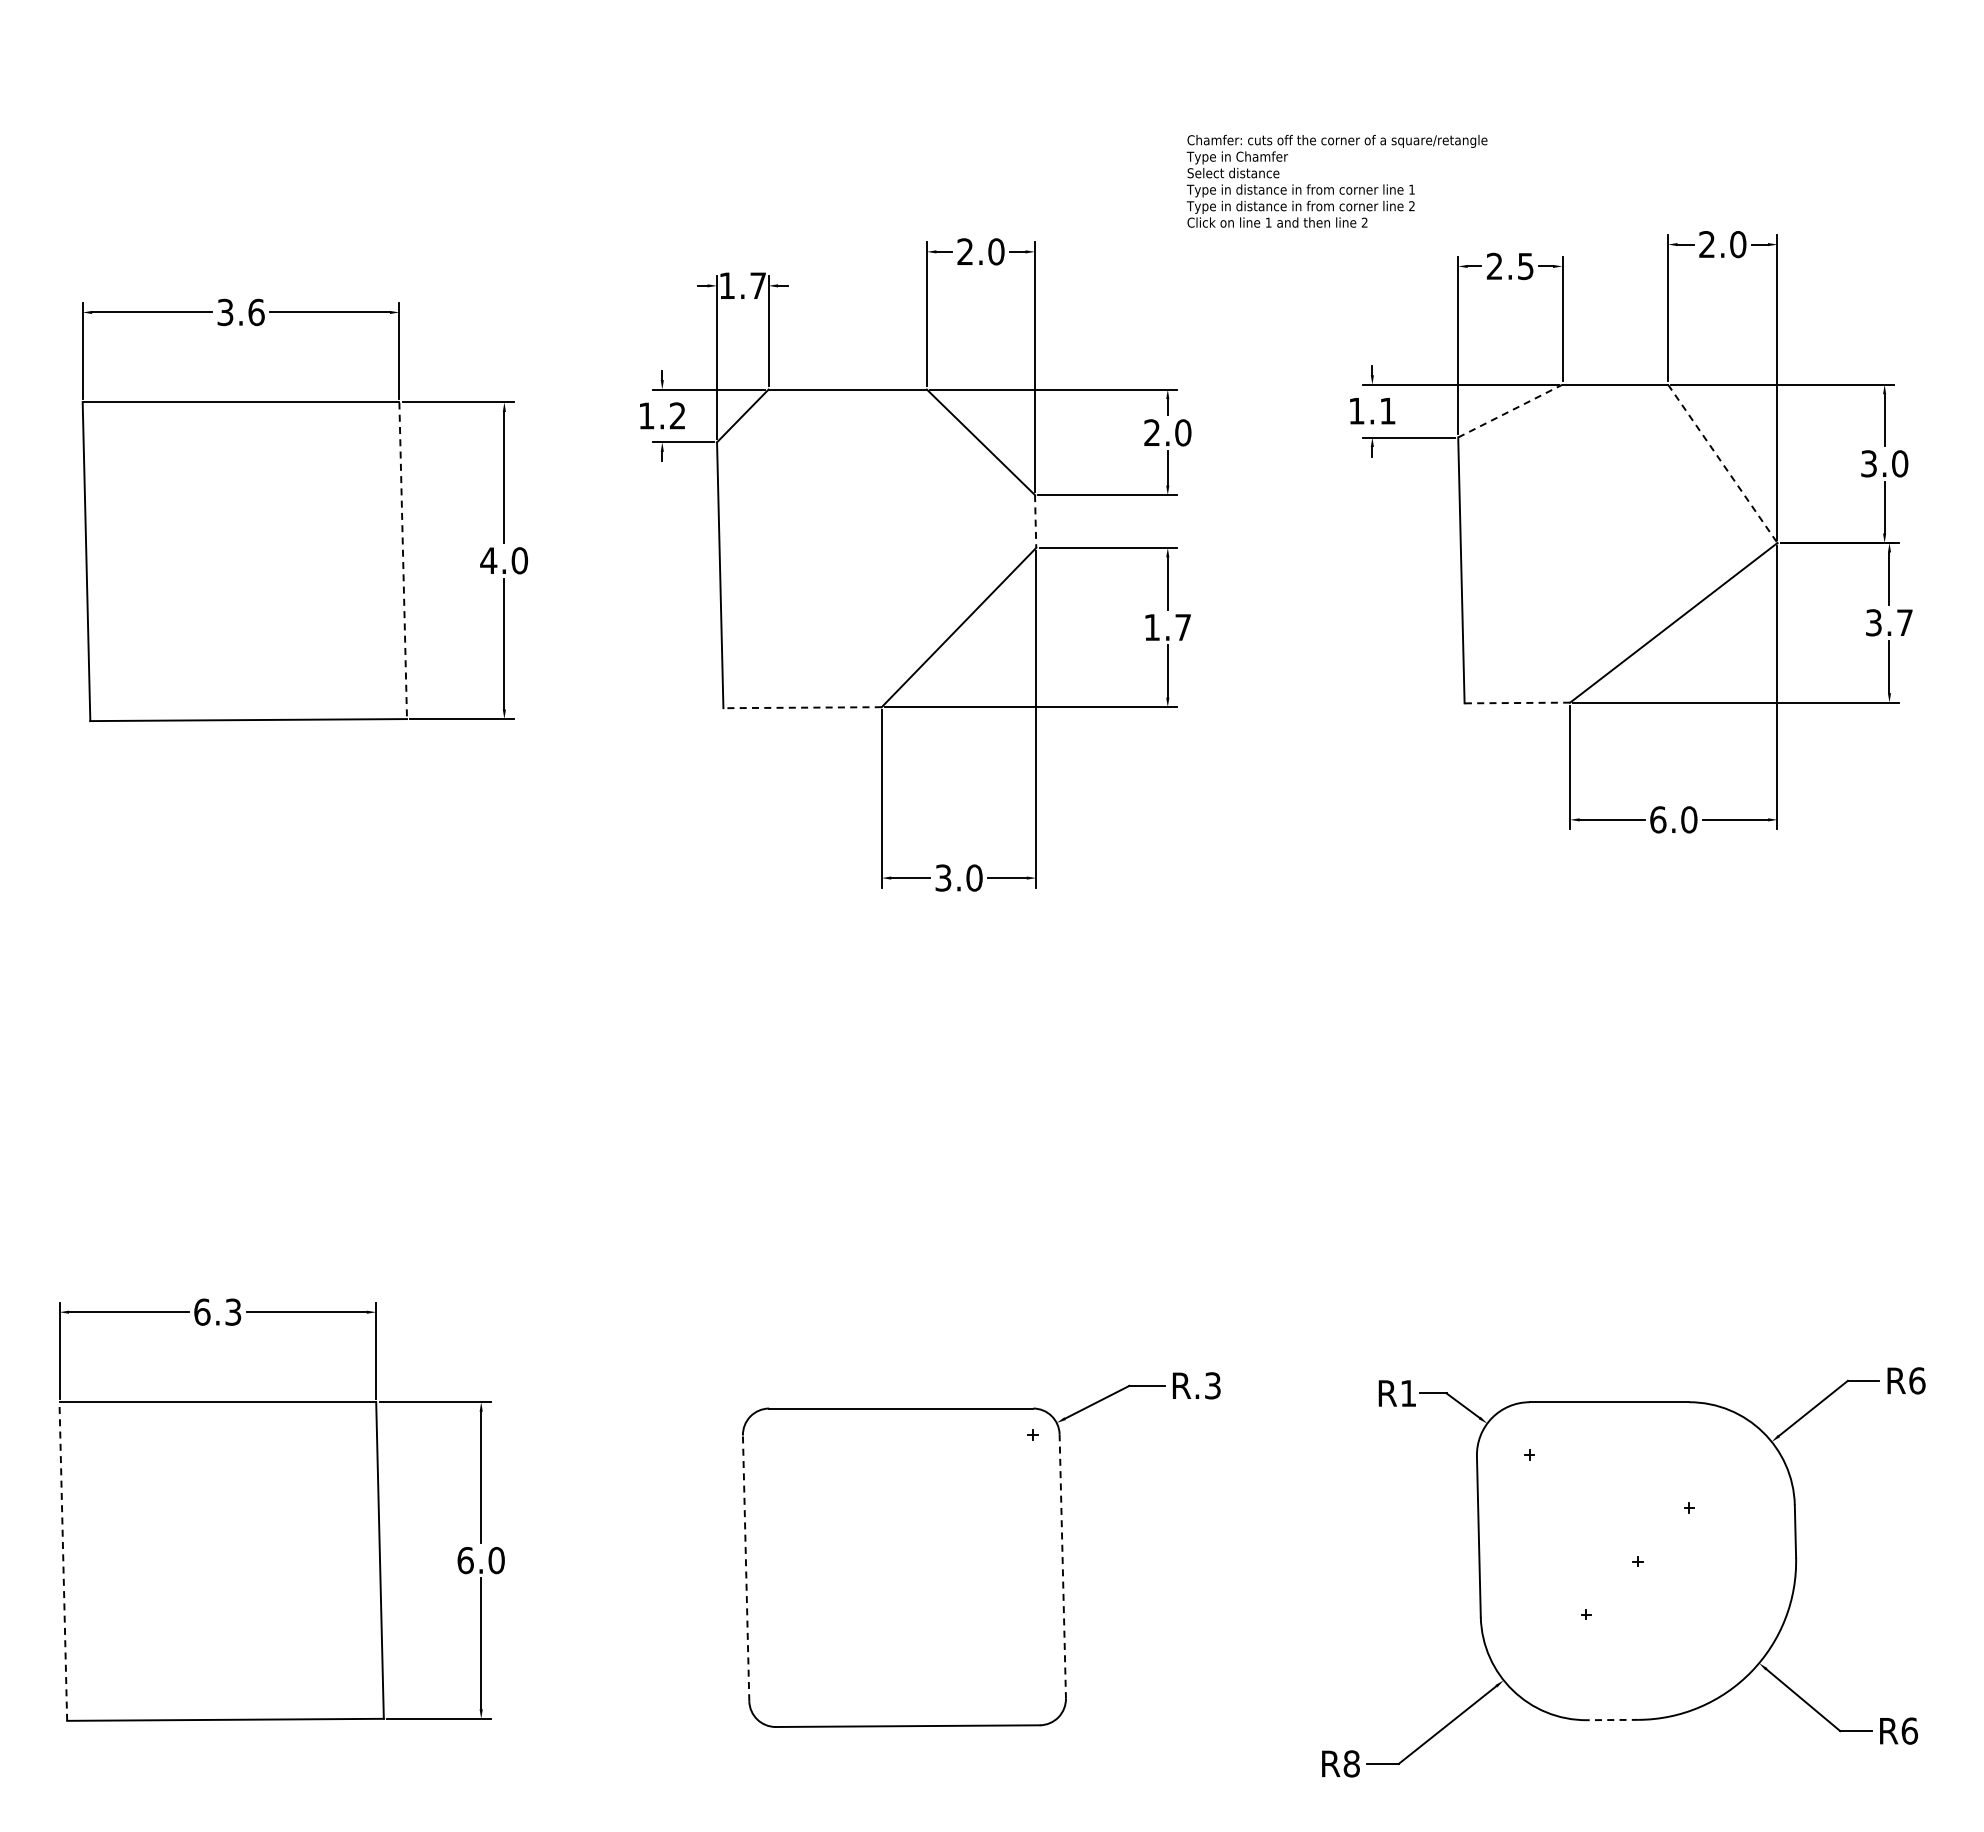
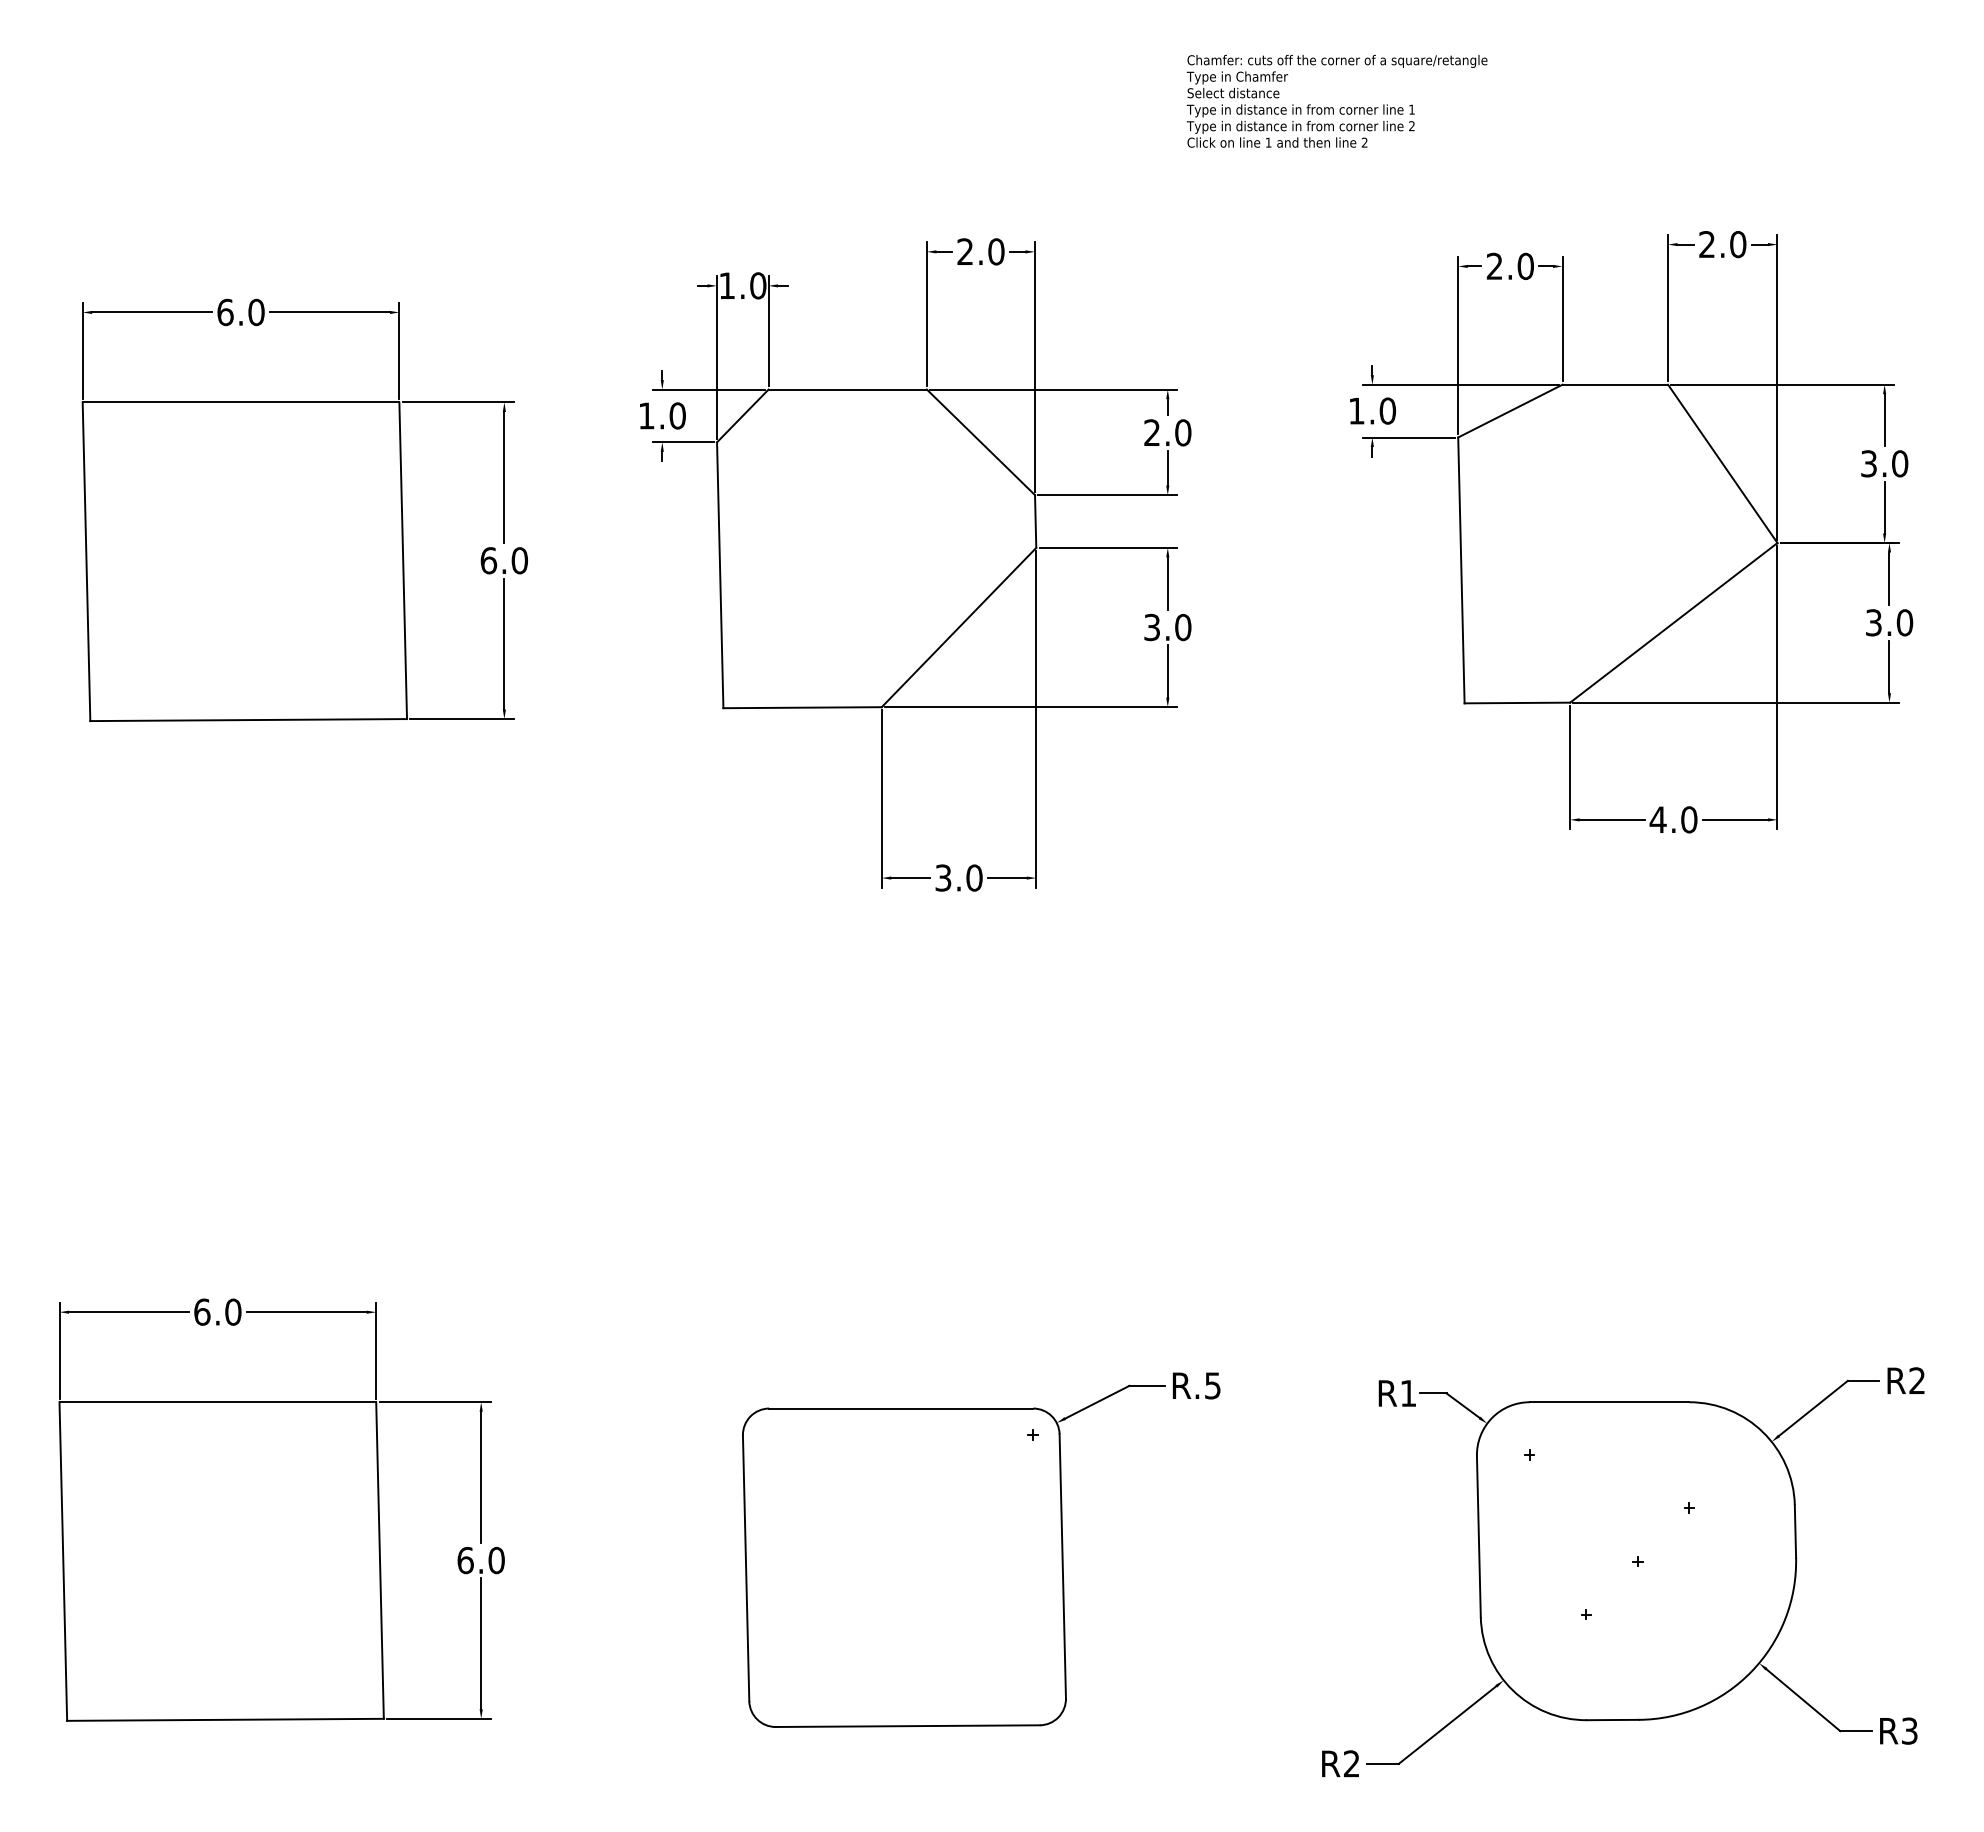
text at (1336, 180) position: (1336, 180) -> (1336, 100)
text at (1525, 266): 2.5 -> 2.0
text at (758, 285): 1.7 -> 1.0
text at (240, 312): 3.6 -> 6.0
text at (1387, 410): 1.1 -> 1.0
line at (1510, 410): dashed -> solid
text at (677, 415): 1.2 -> 1.0
line at (1723, 464): dashed -> solid
line at (1035, 521): dashed -> solid
text at (488, 560): 4.0 -> 6.0
line at (403, 561): dashed -> solid
text at (1904, 622): 3.7 -> 3.0
text at (1167, 627): 1.7 -> 3.0
line at (1517, 703): dashed -> solid
line at (802, 707): dashed -> solid
text at (1657, 819): 6.0 -> 4.0
text at (233, 1311): 6.3 -> 6.0
text at (1917, 1380): R6 -> R2
text at (1212, 1385): R.3 -> R.5
line at (63, 1561): dashed -> solid
line at (1062, 1566): dashed -> solid
line at (746, 1568): dashed -> solid
line at (1612, 1720): dashed -> solid
text at (1909, 1730): R6 -> R3
text at (1351, 1763): R8 -> R2
